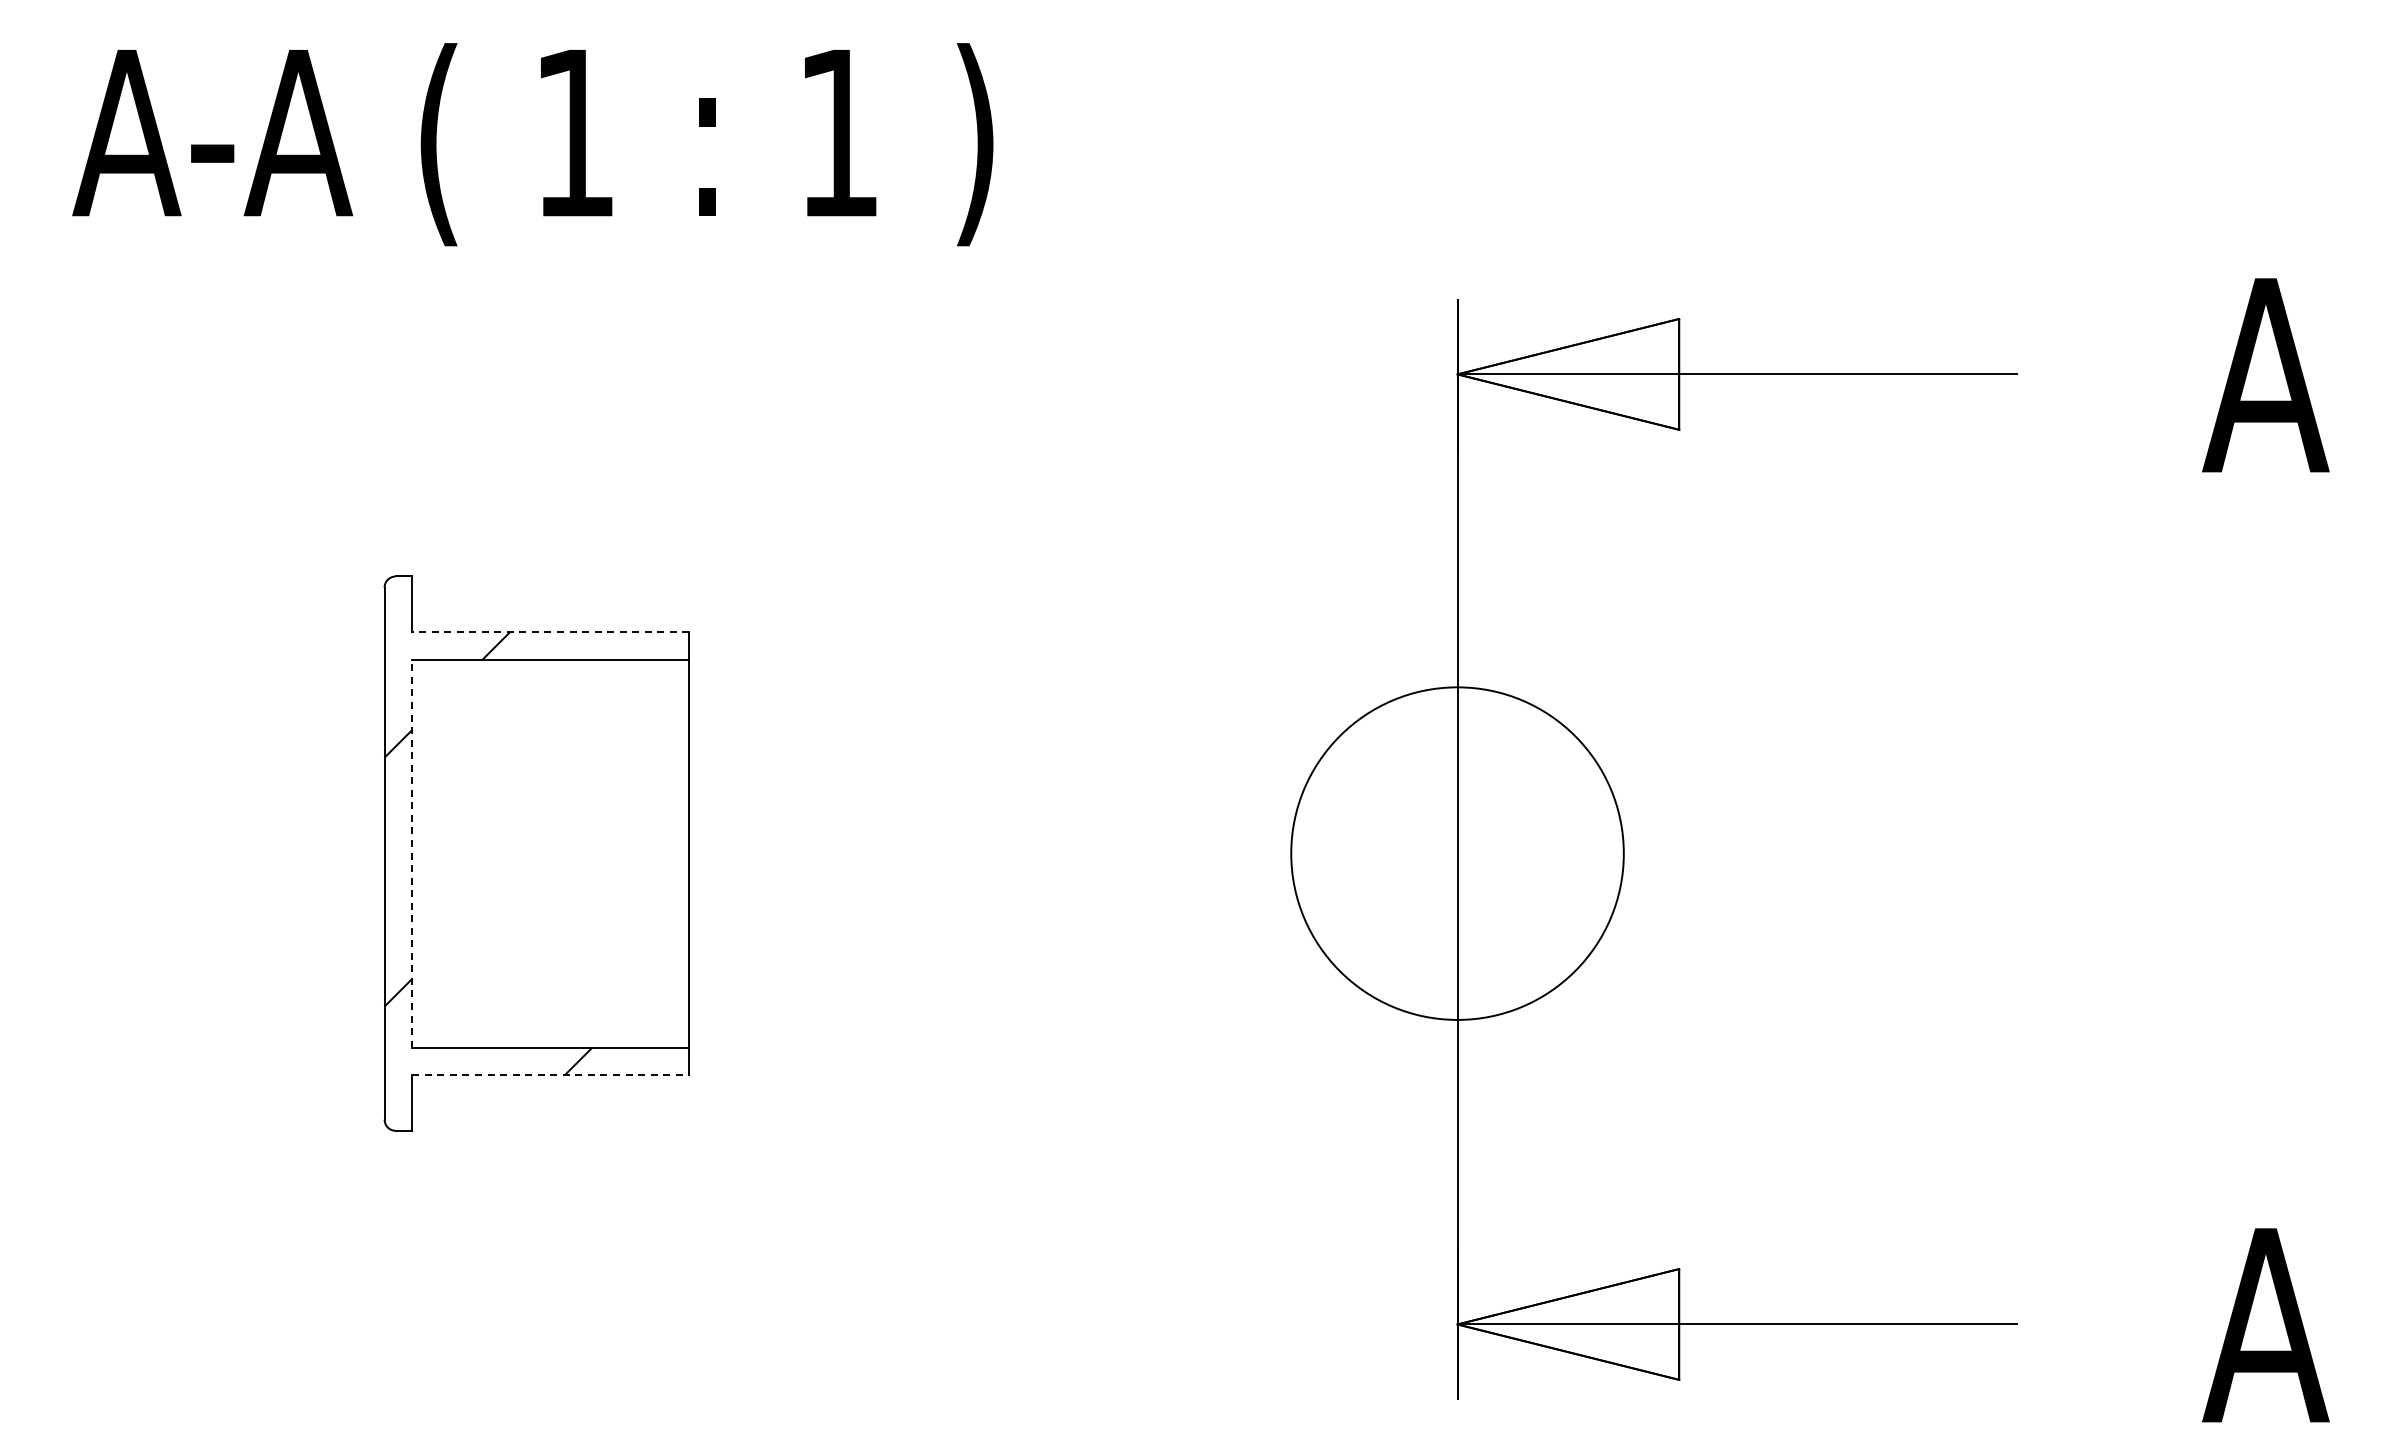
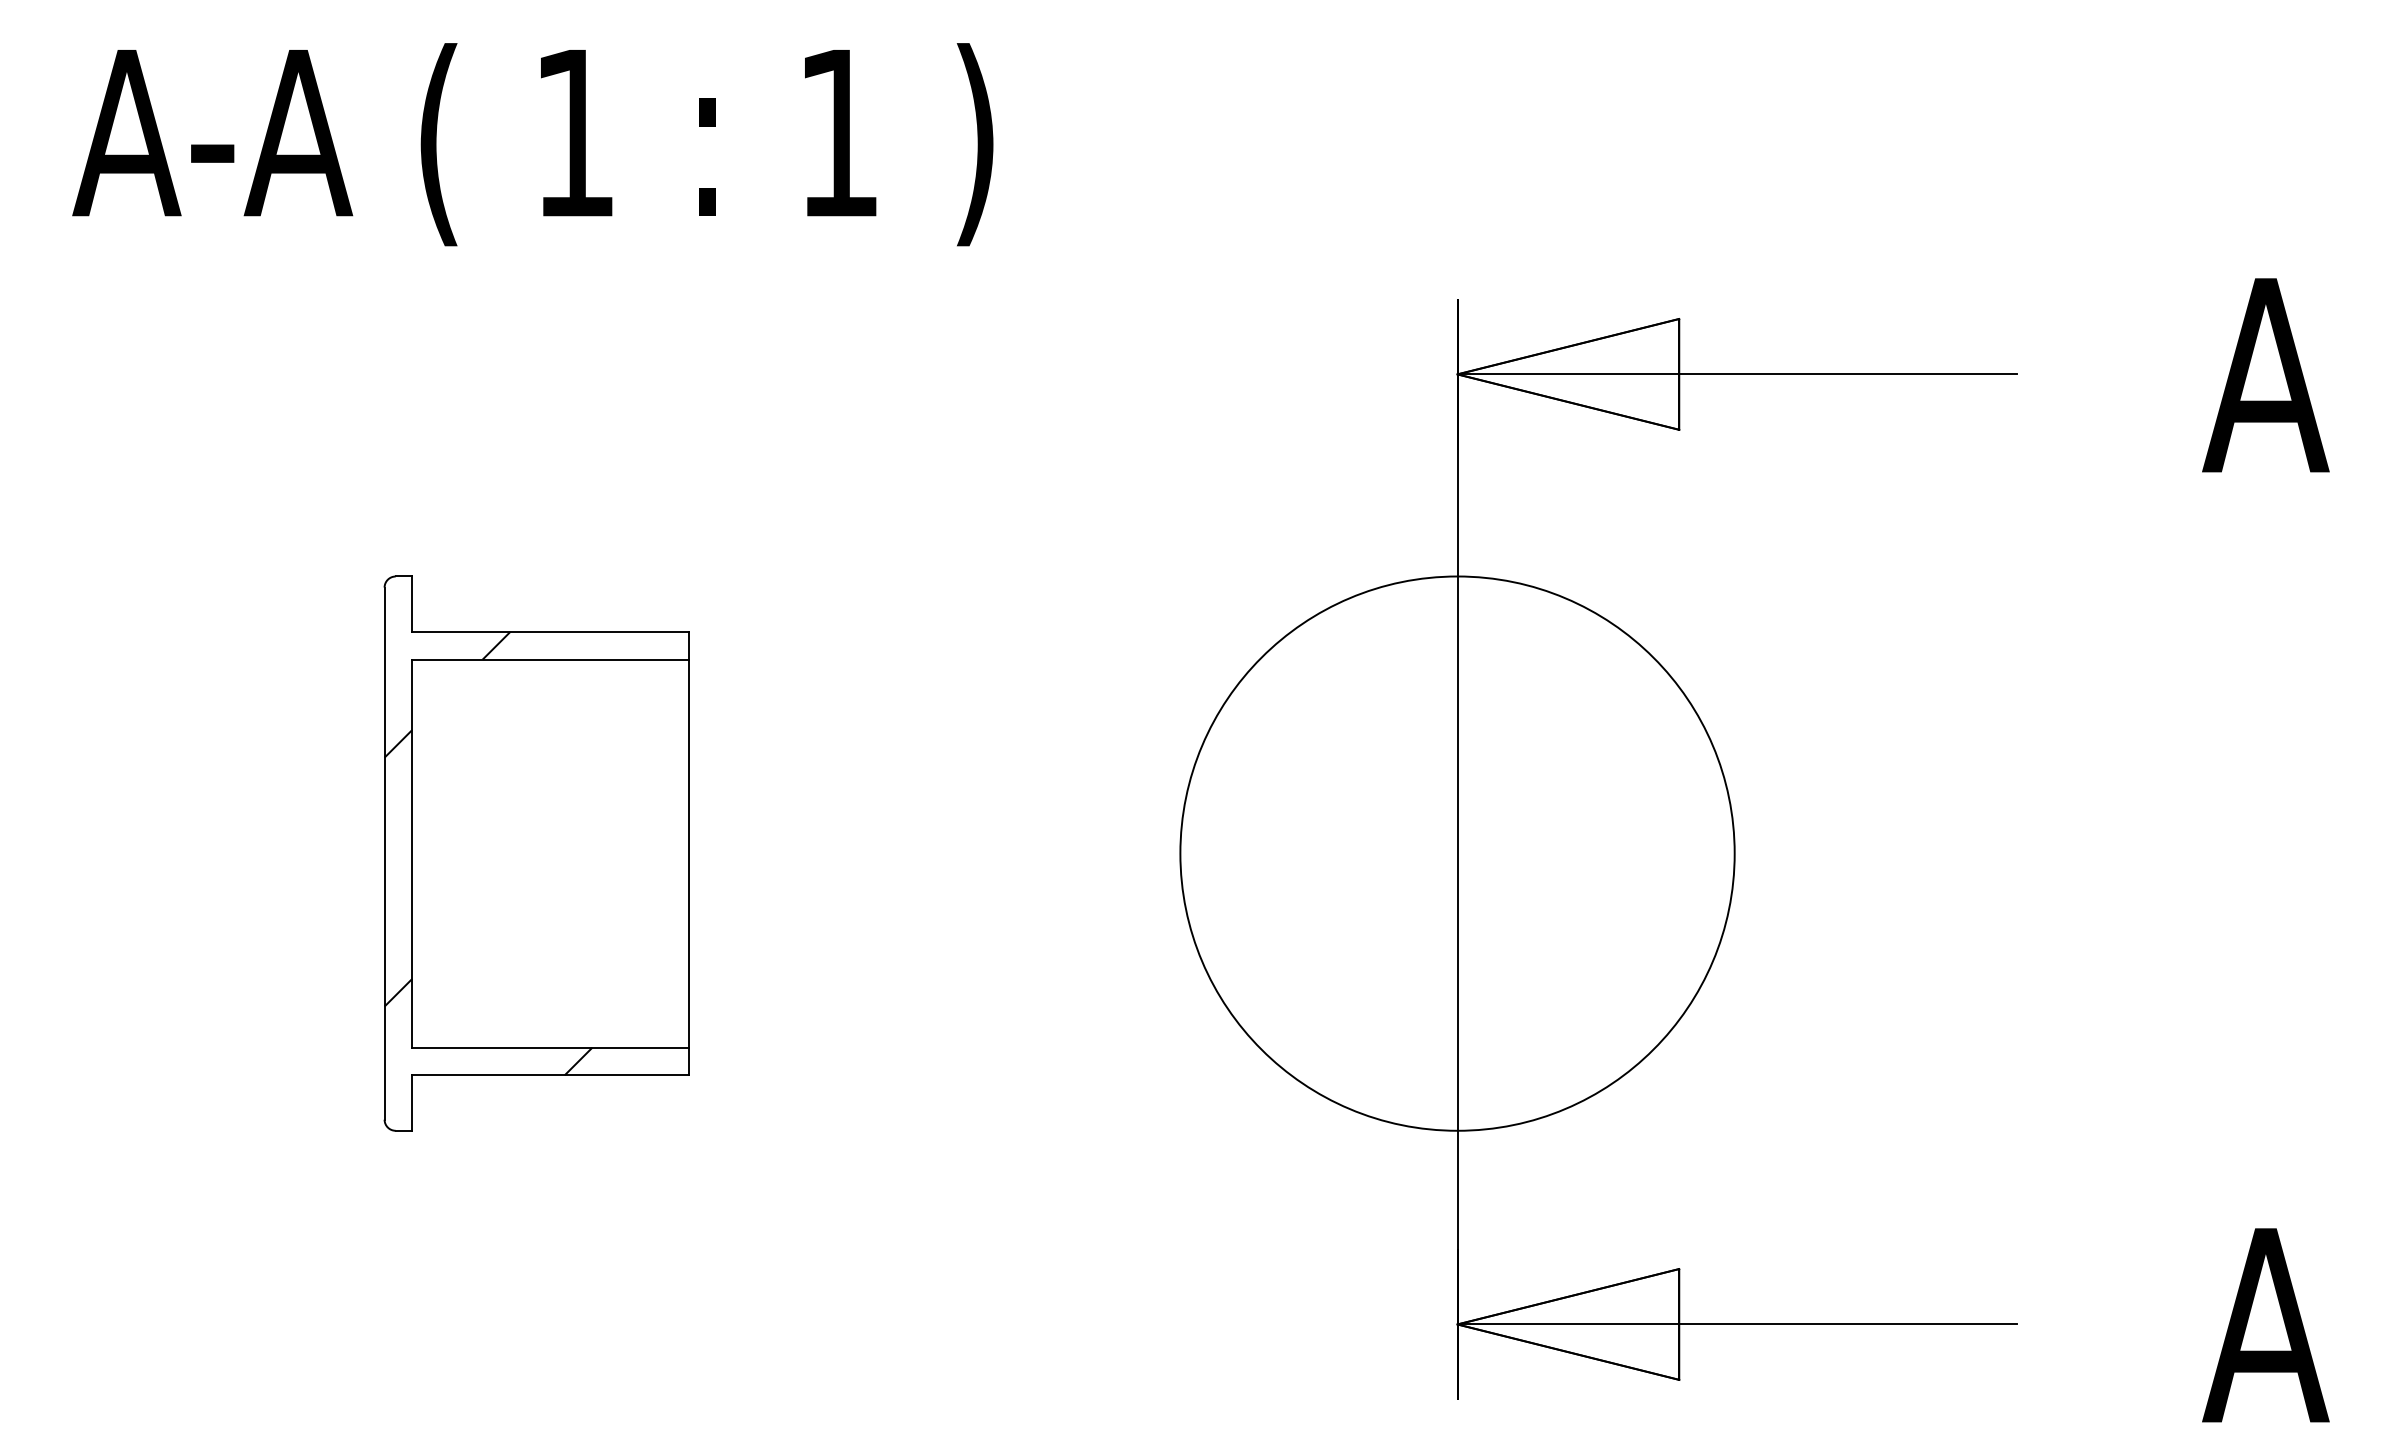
line at (550, 631): dashed -> solid
line at (412, 853): dashed -> solid
circle at (1457, 853) diameter: 333 px -> 554 px
line at (550, 1075): dashed -> solid
